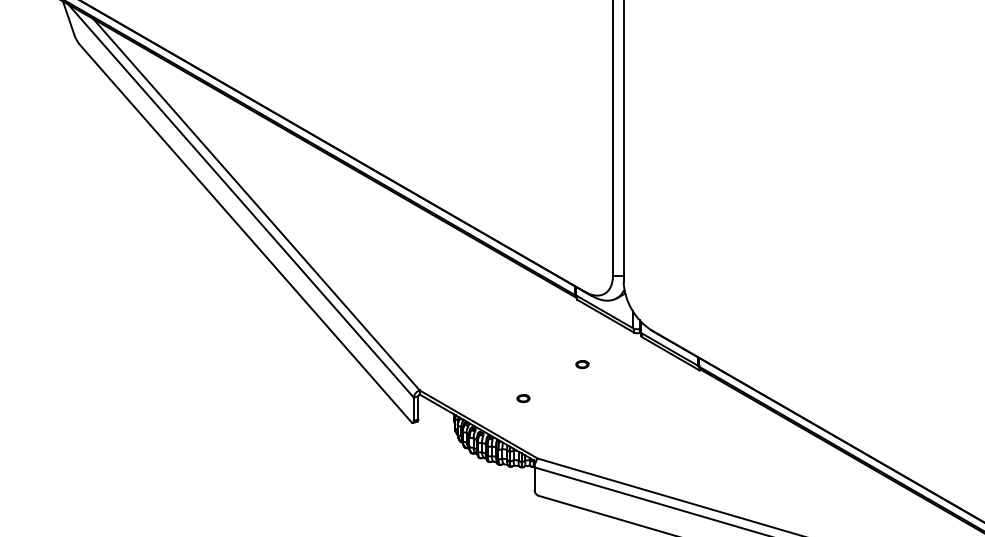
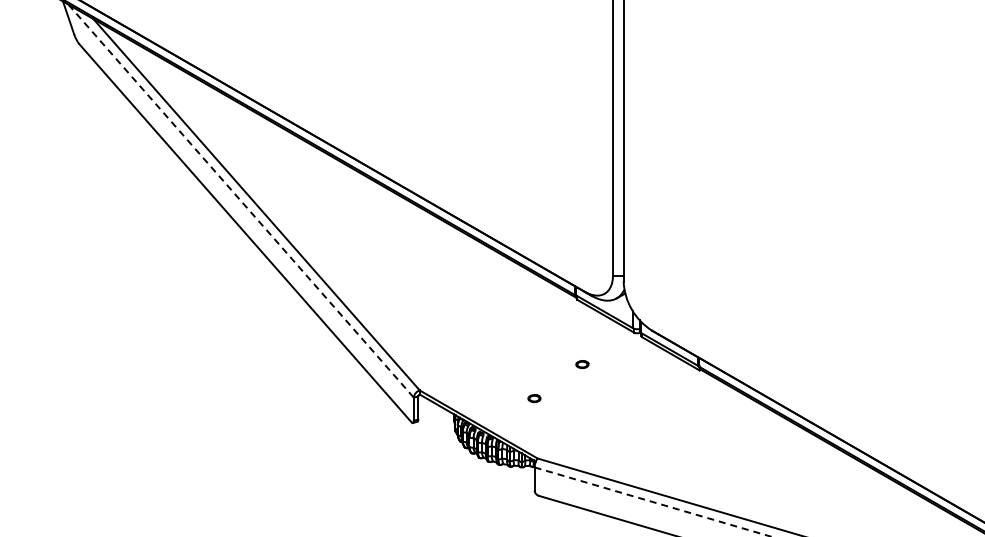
line at (241, 201): solid -> dashed
part at (523, 398) position: (523, 398) -> (534, 398)
line at (653, 502): solid -> dashed
